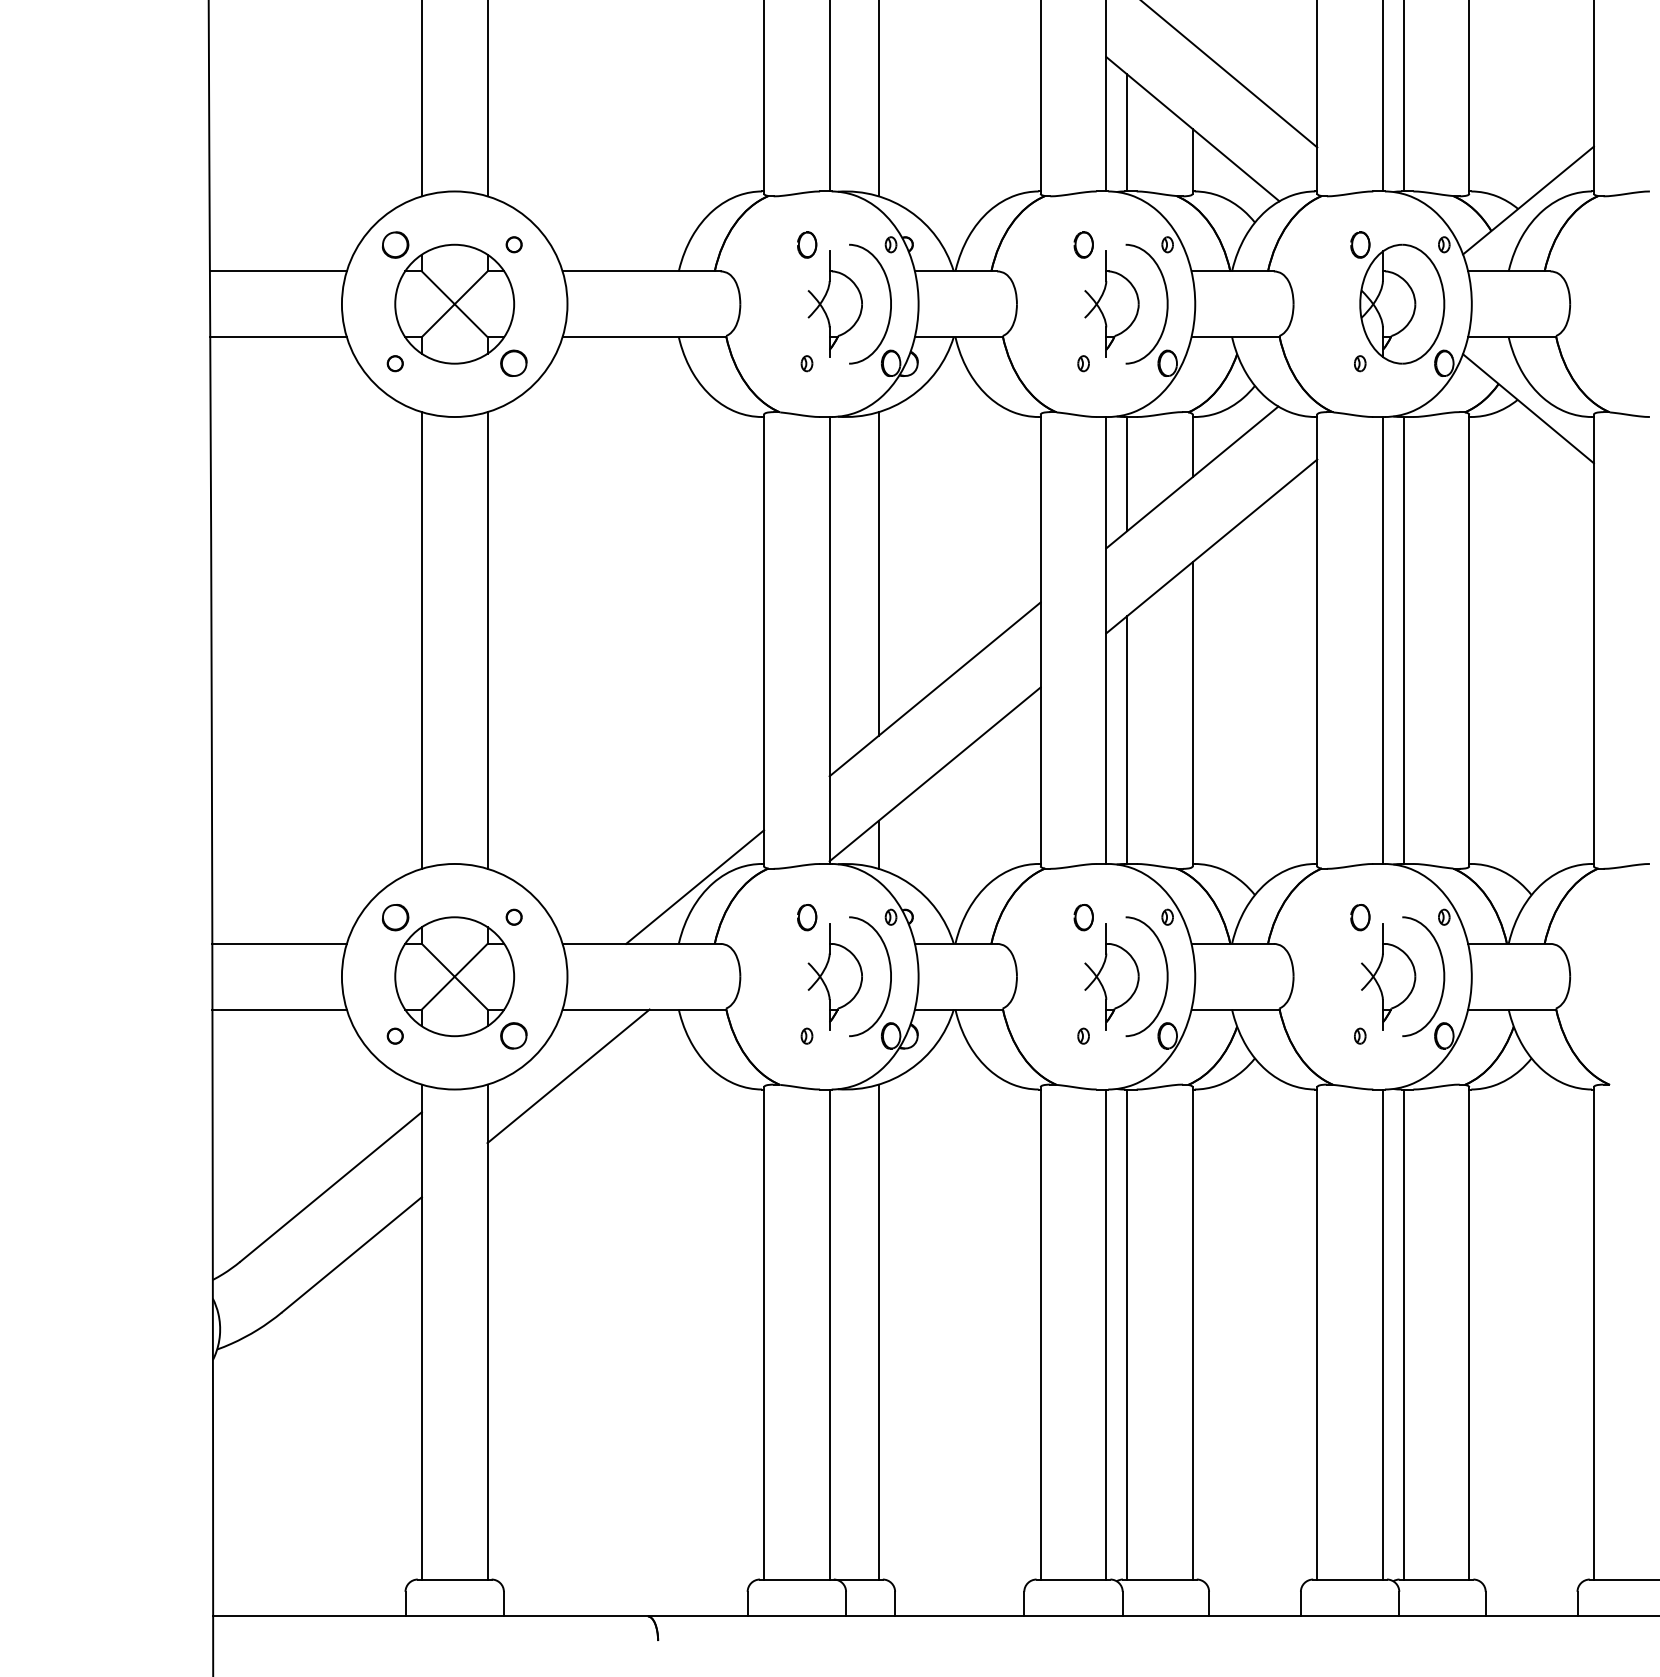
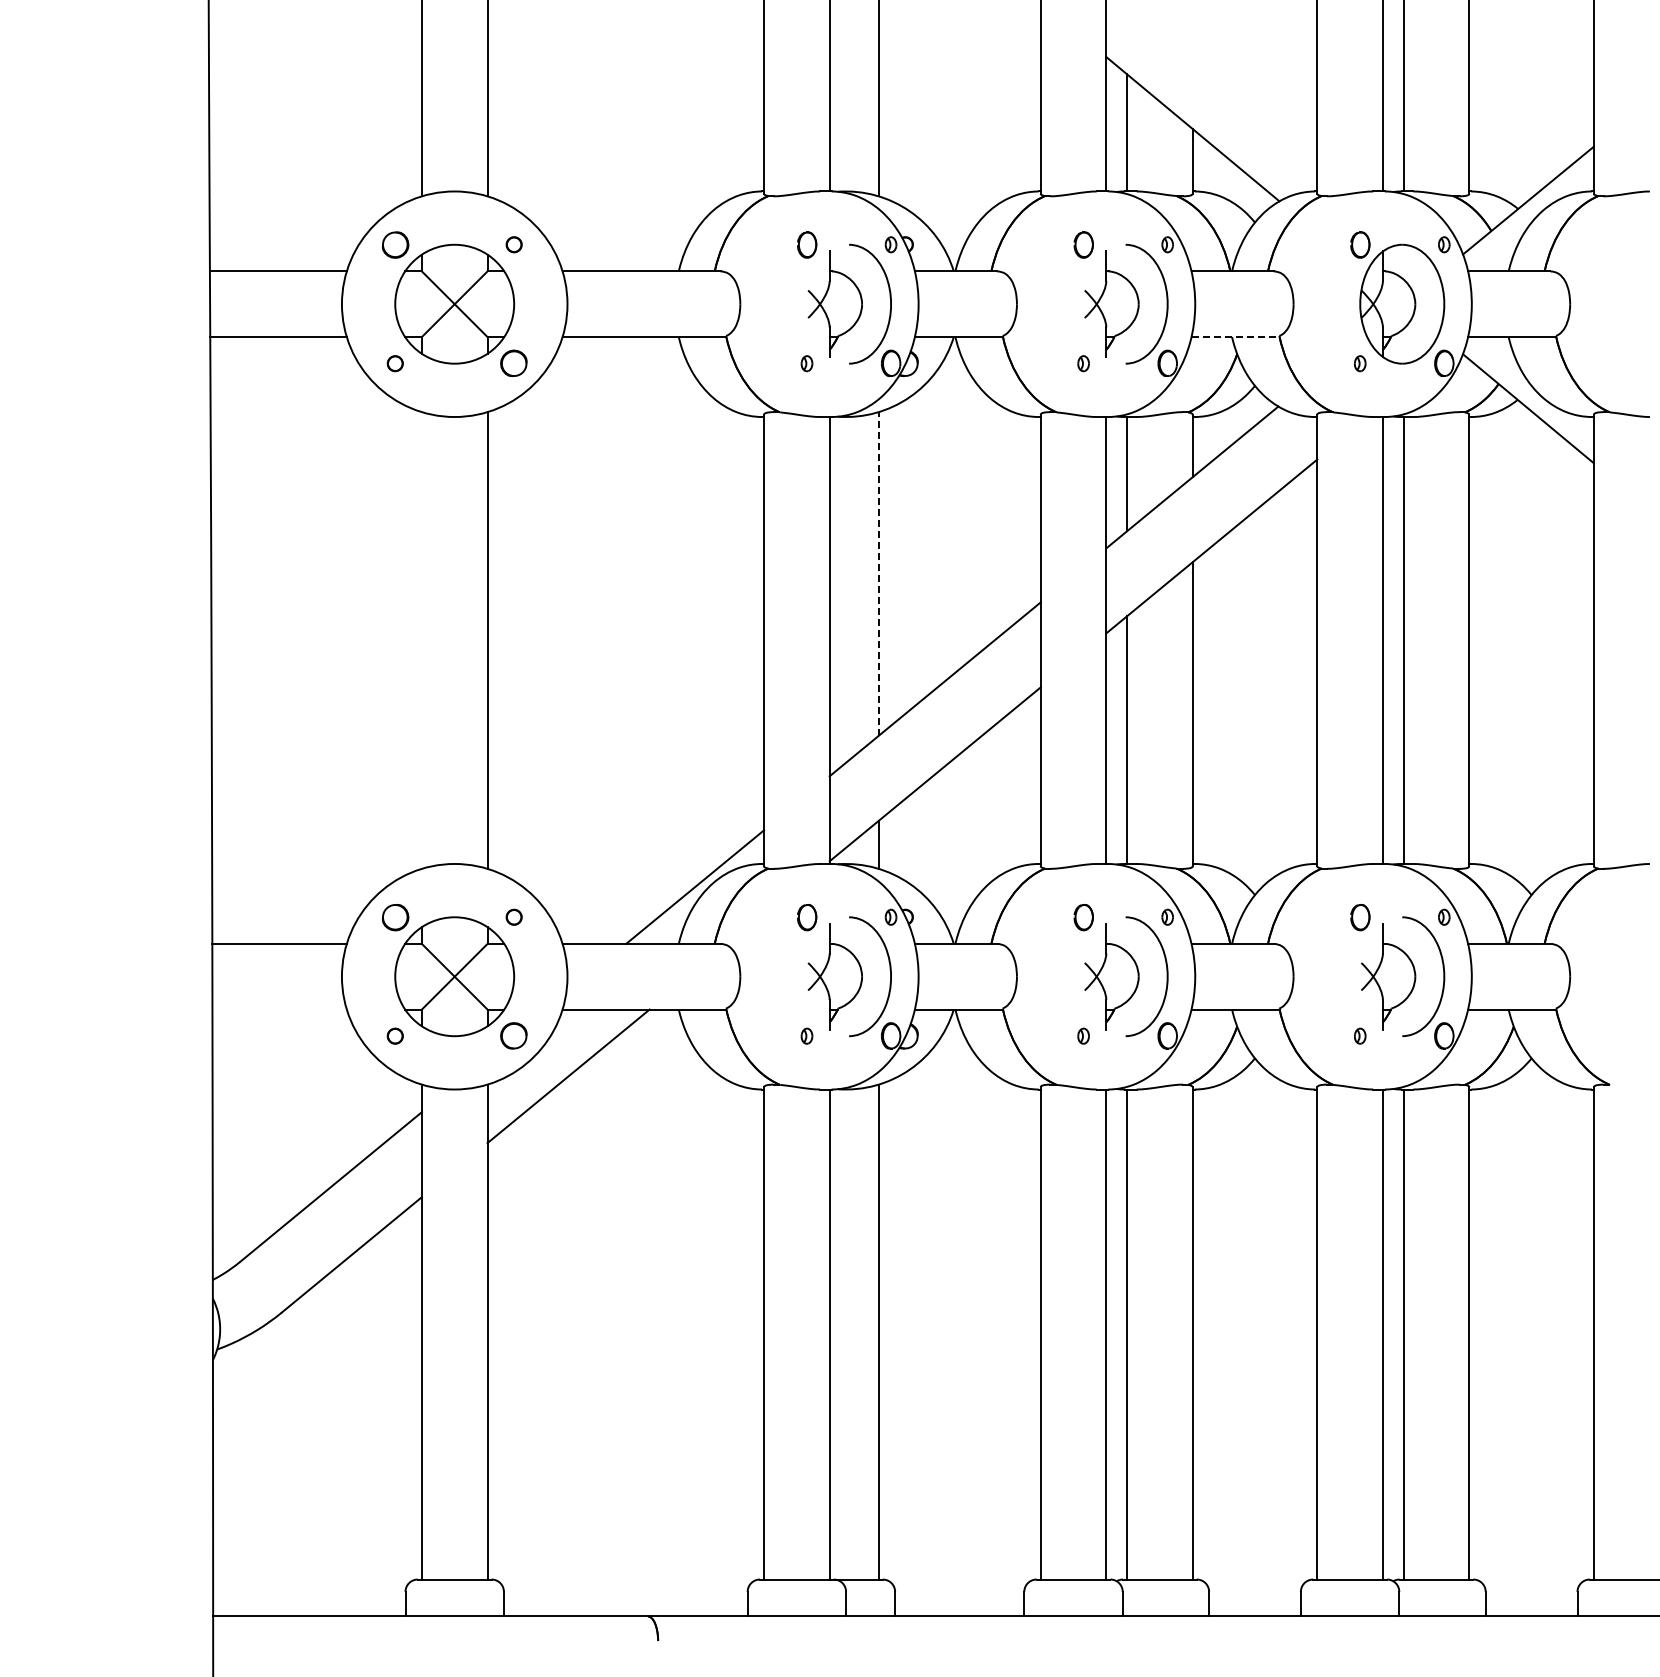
line at (1230, 74): present -> none
line at (1236, 337): solid -> dashed
line at (878, 573): solid -> dashed
line at (421, 640): present -> none
line at (279, 1009): present -> none
